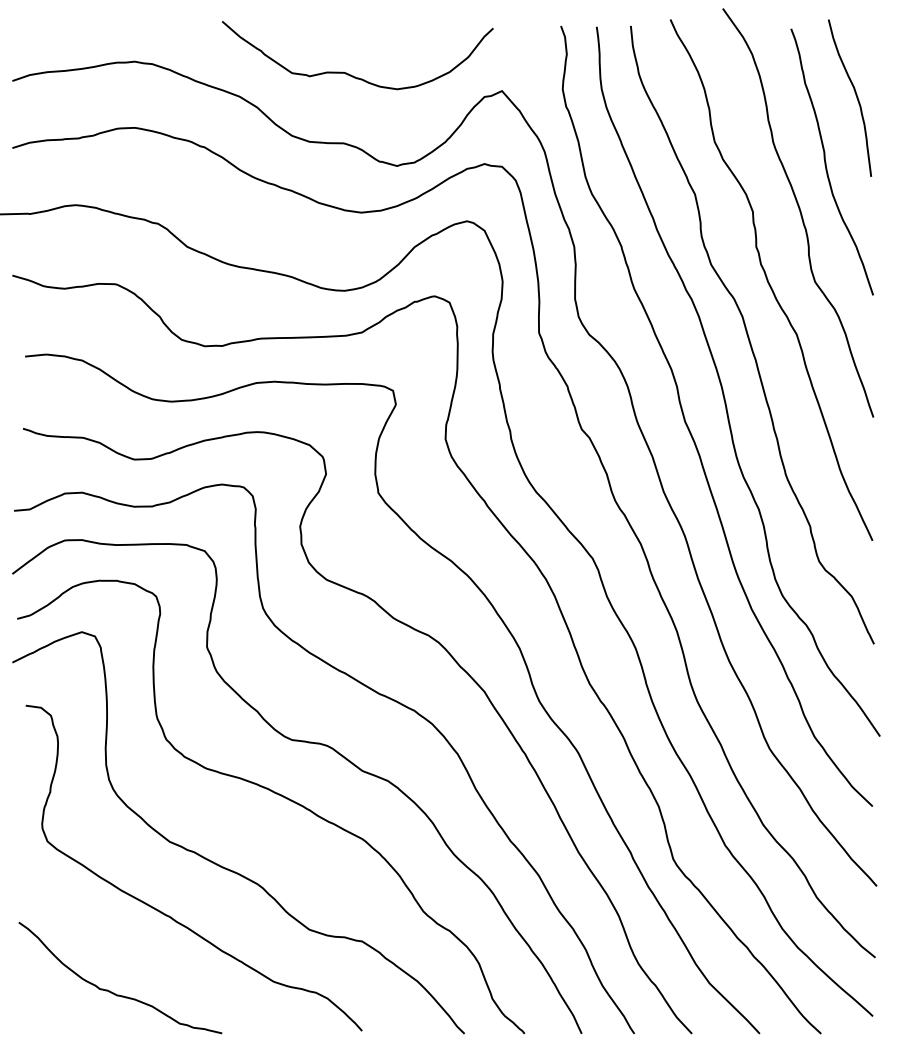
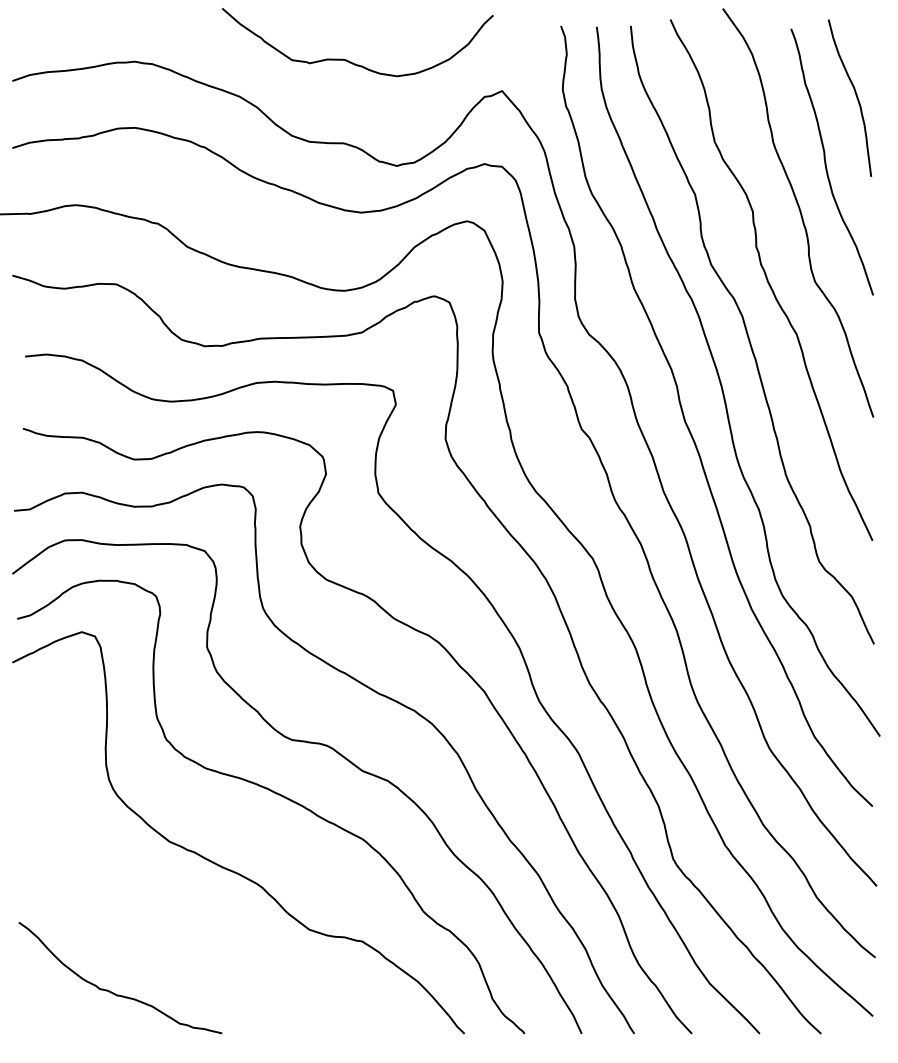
curve at (351, 74) position: (351, 74) -> (351, 61)
curve at (169, 915): present -> none
